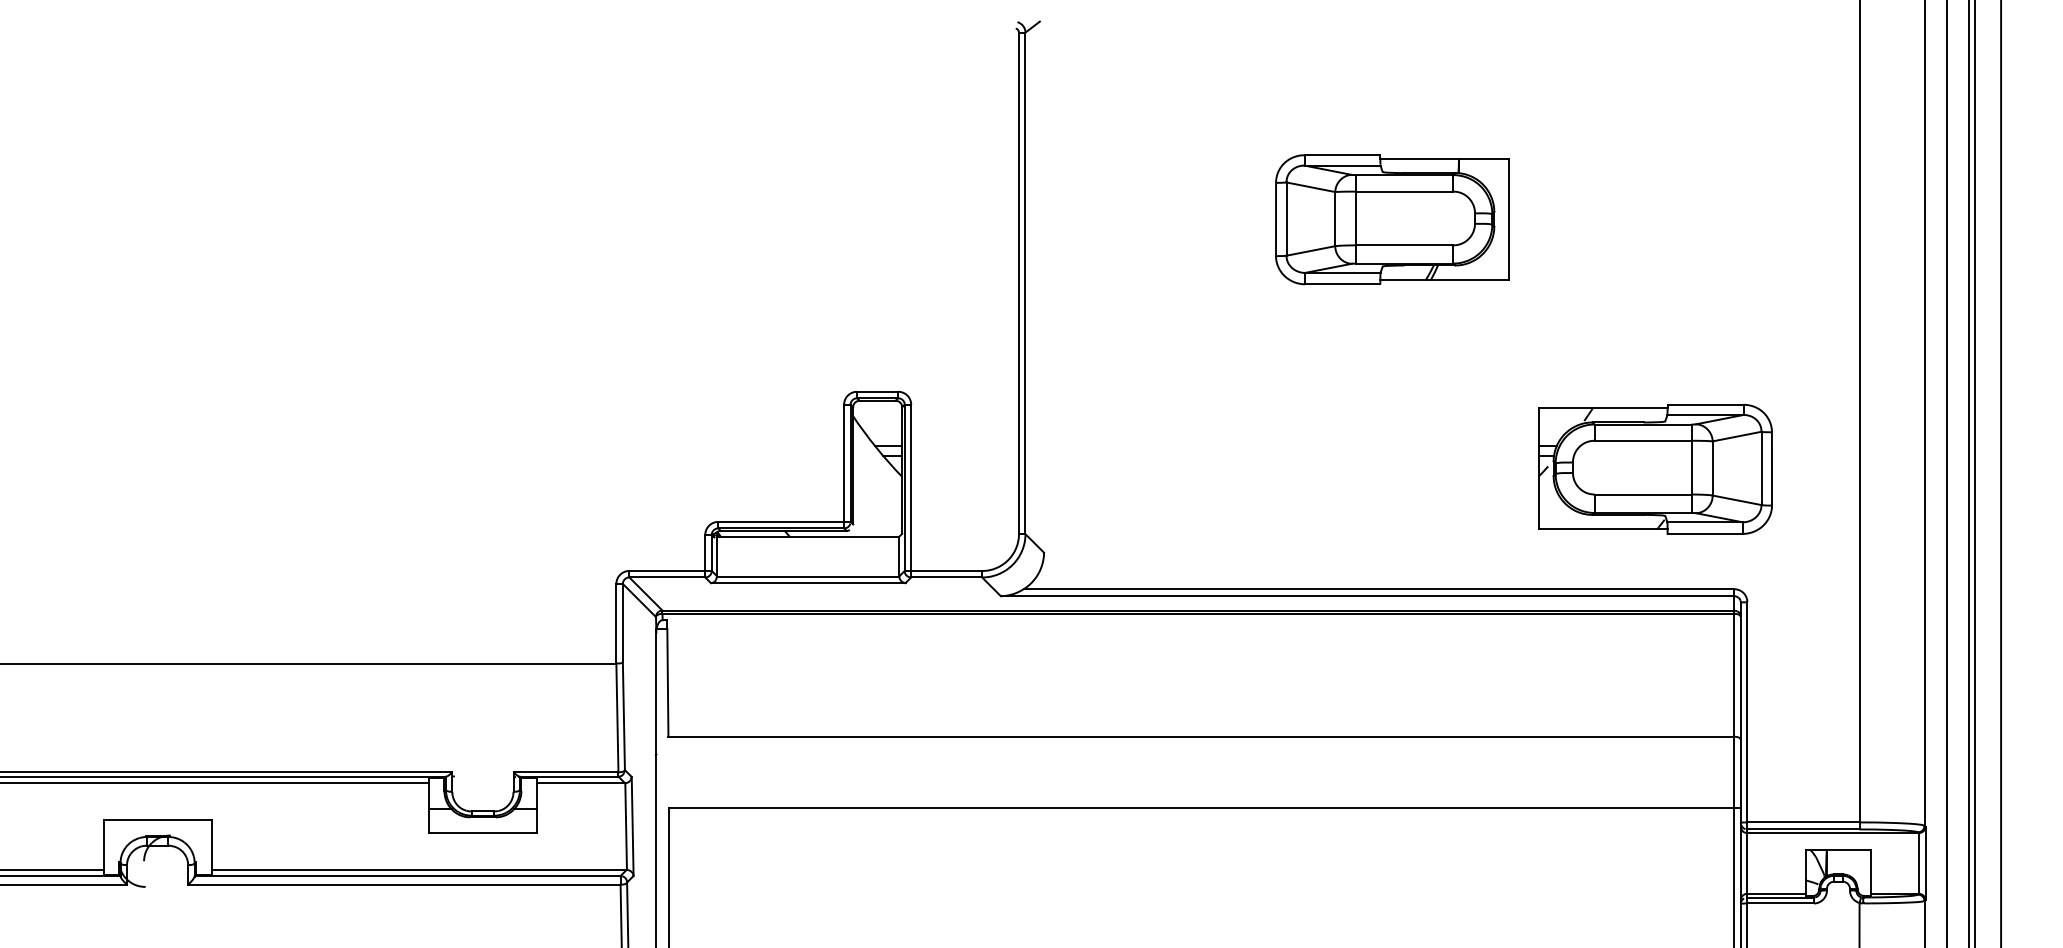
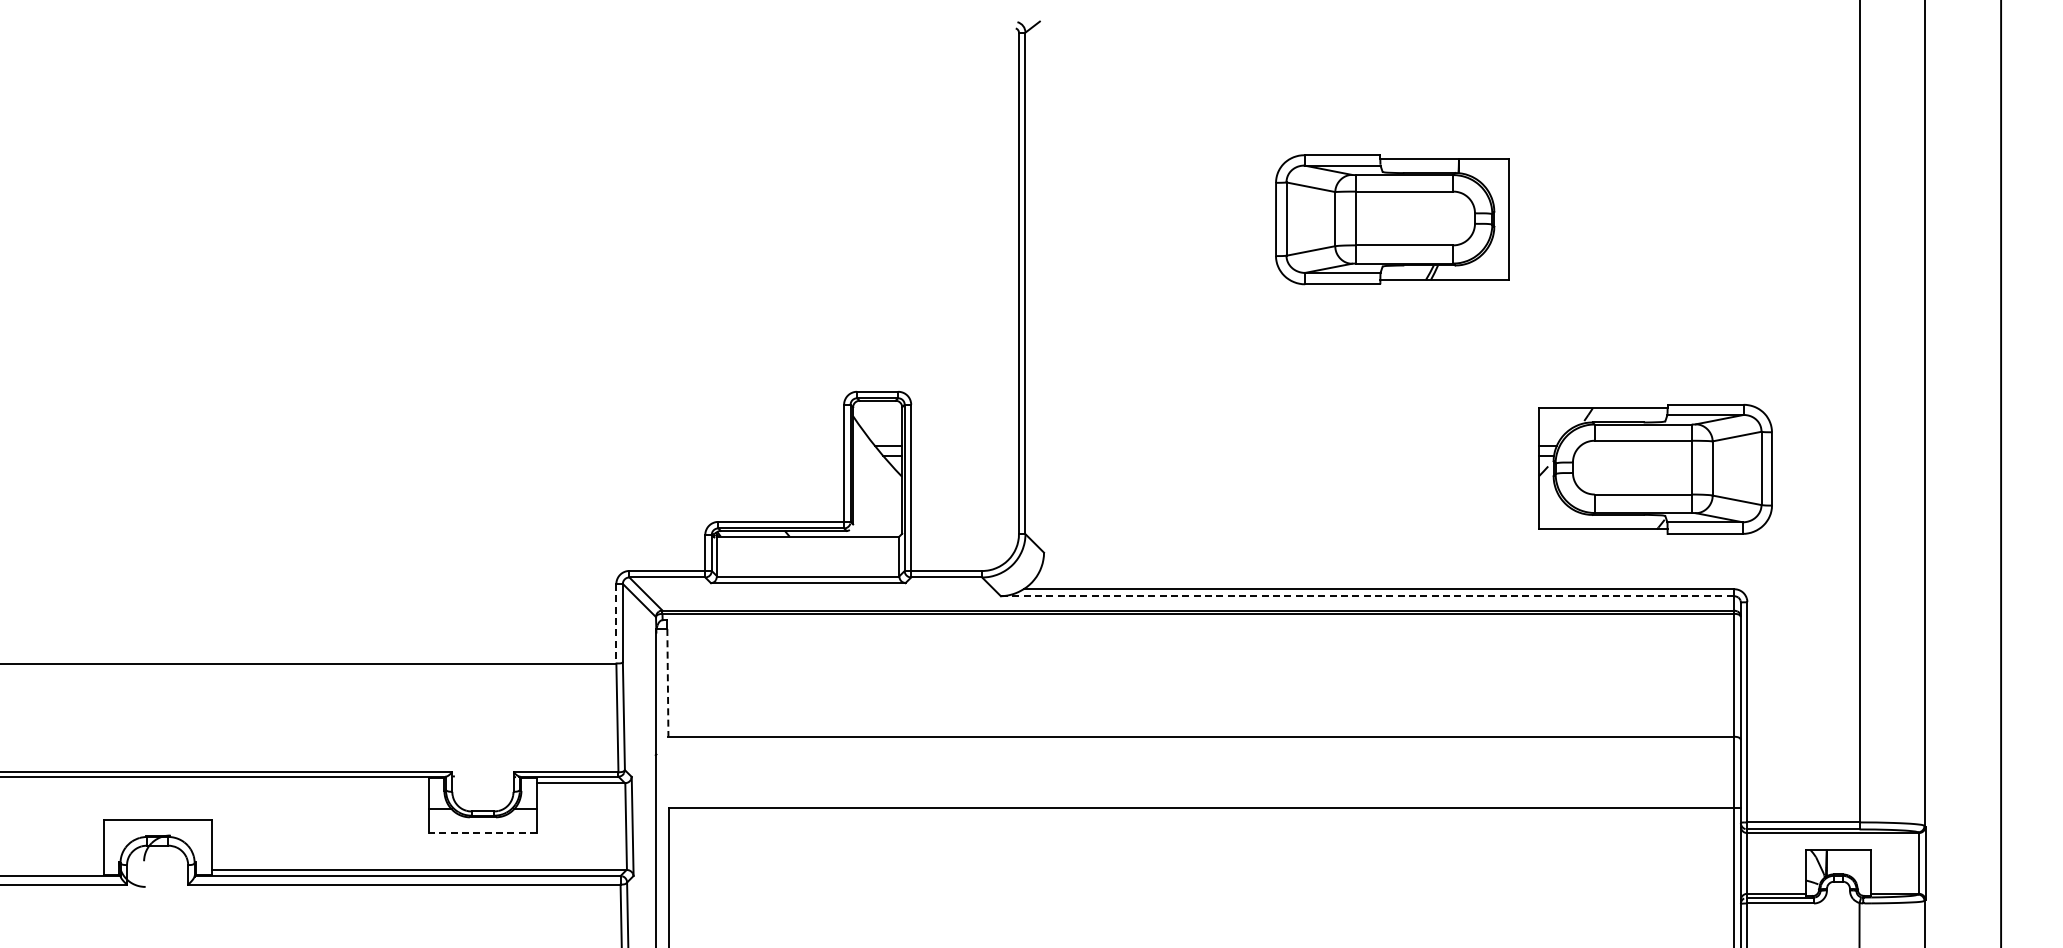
line at (1947, 473): present -> none
line at (1969, 473): present -> none
line at (1975, 473): present -> none
line at (1367, 596): solid -> dashed
line at (616, 623): solid -> dashed
line at (667, 682): solid -> dashed
line at (215, 783): present -> none
line at (482, 832): solid -> dashed
line at (52, 869): present -> none
